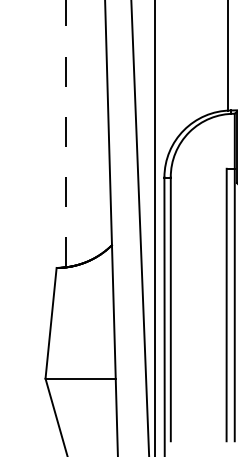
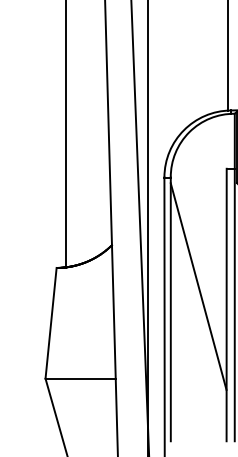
line at (65, 133): dashed -> solid
line at (155, 227) position: (155, 227) -> (148, 227)
line at (198, 286): none -> present
